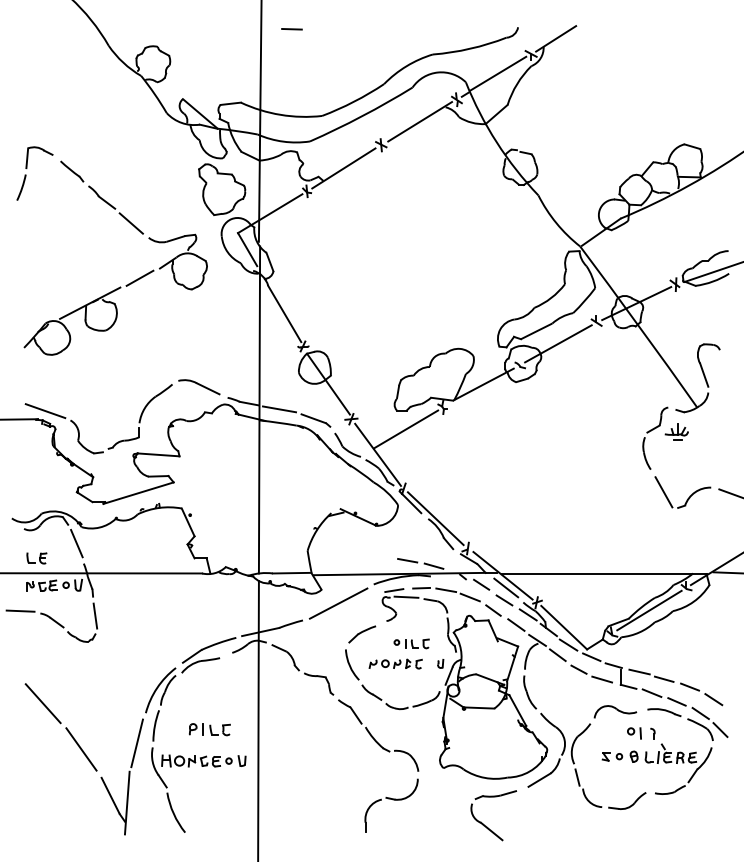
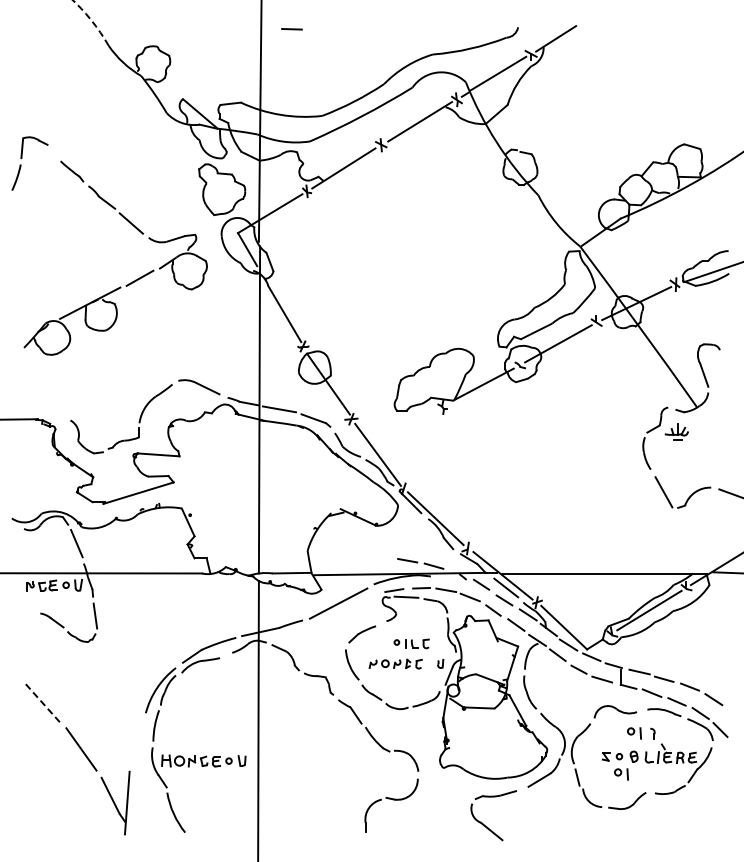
arc at (91, 20): solid -> dashed
part at (26, 174) position: (26, 174) -> (21, 164)
line at (45, 411): present -> none
line at (406, 429): present -> none
part at (36, 558): present -> none
line at (20, 610): present -> none
line at (43, 704): solid -> dashed
part at (209, 729): present -> none
line at (136, 743): present -> none
part at (621, 774): none -> present
